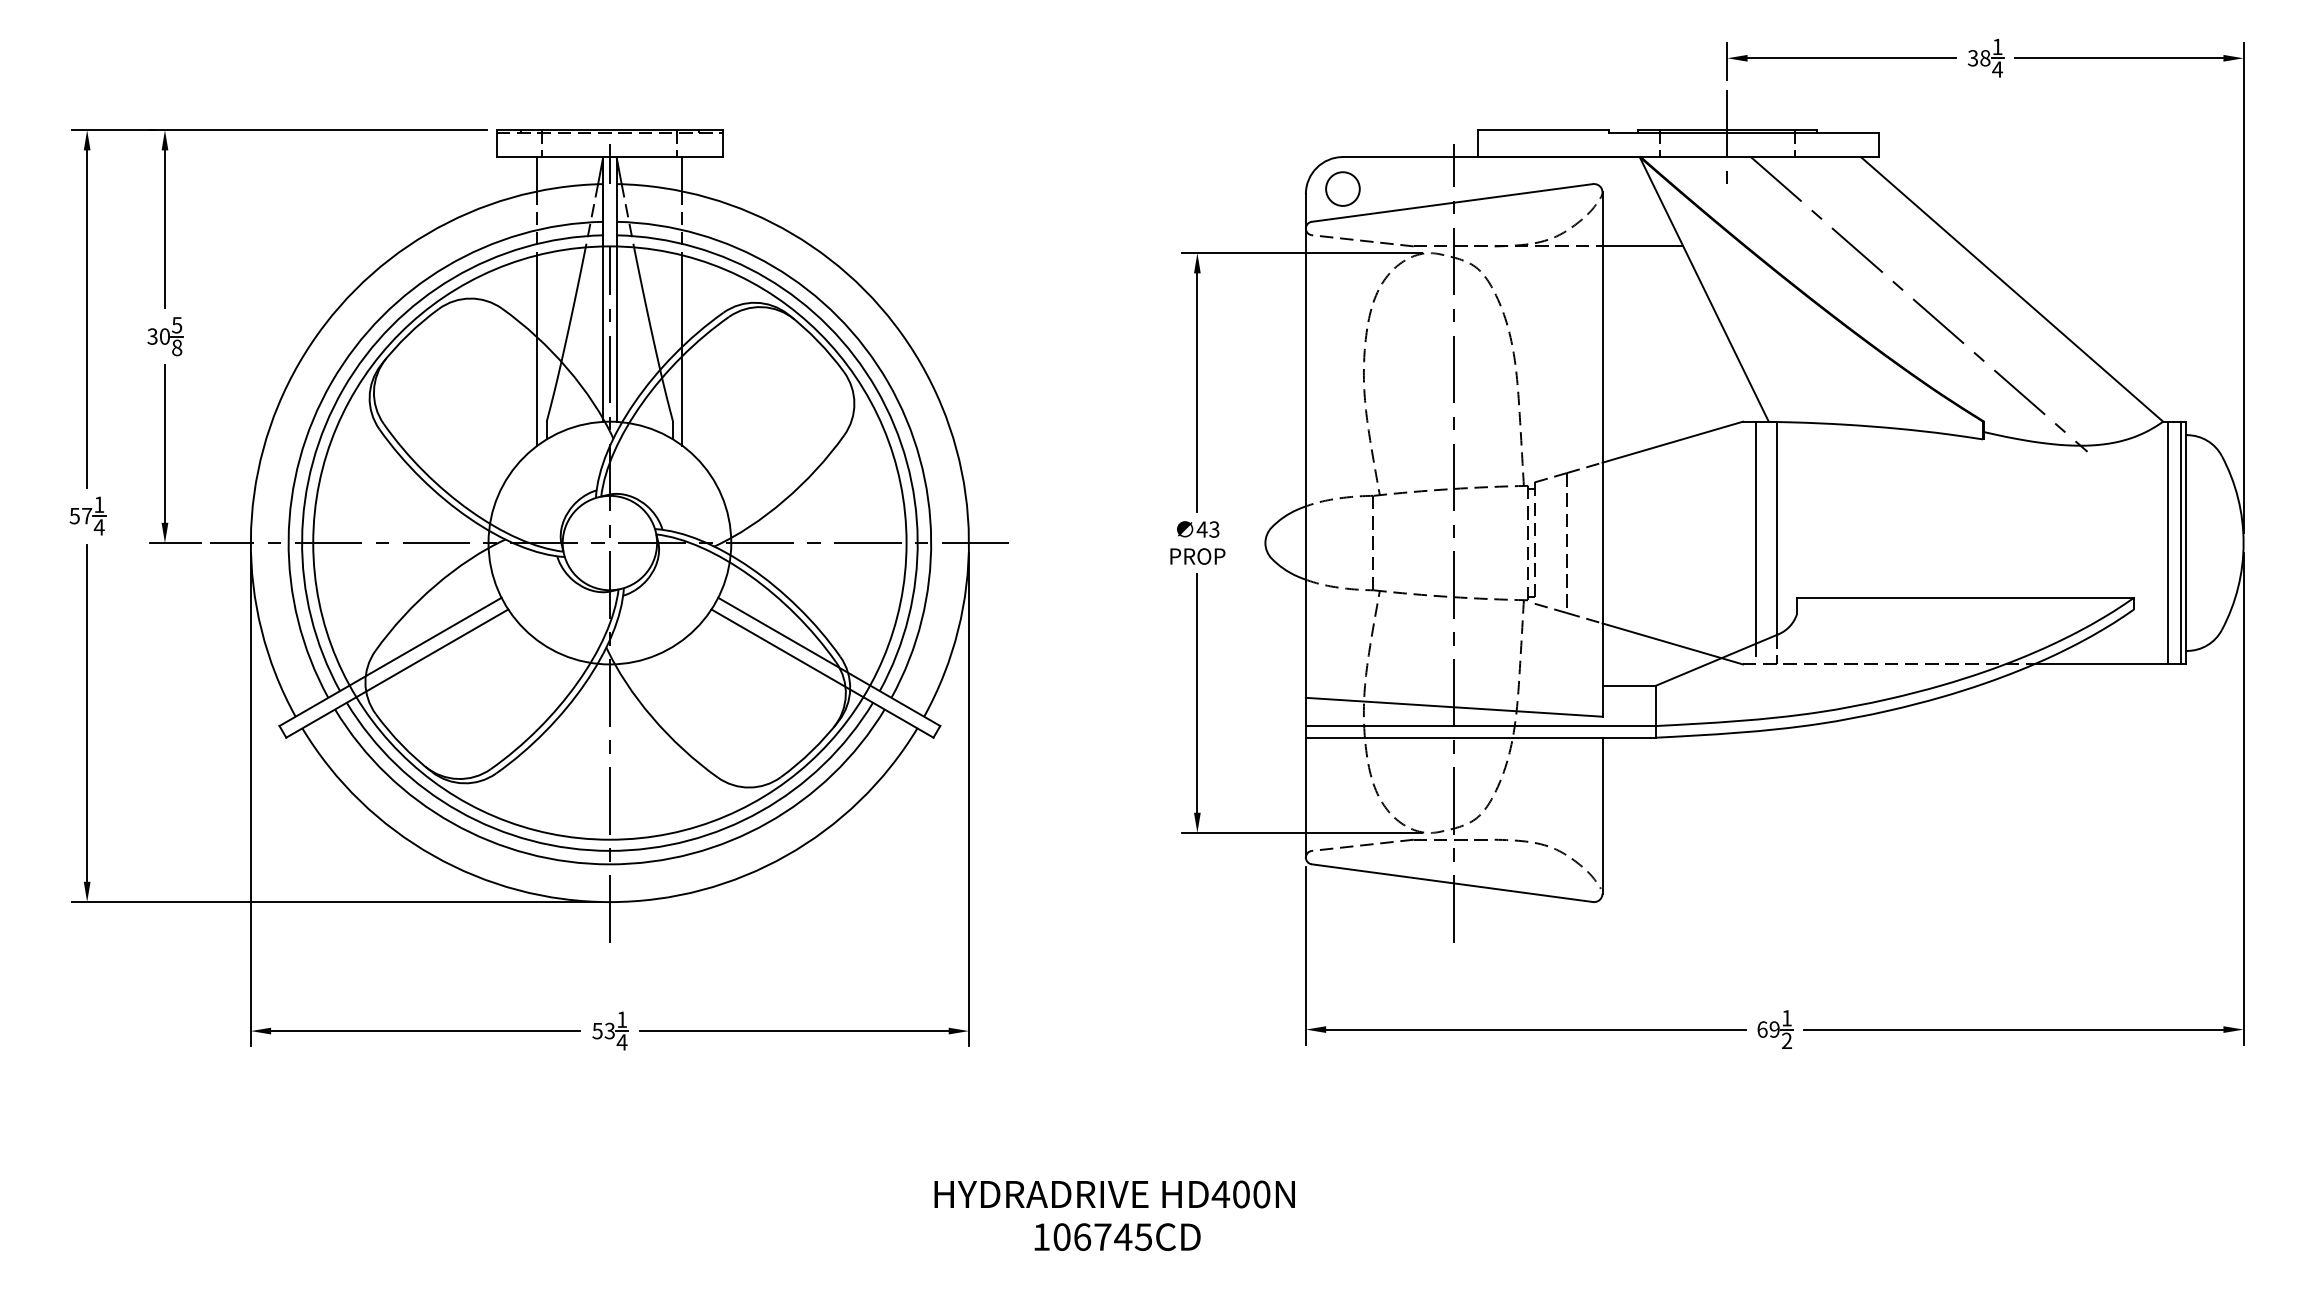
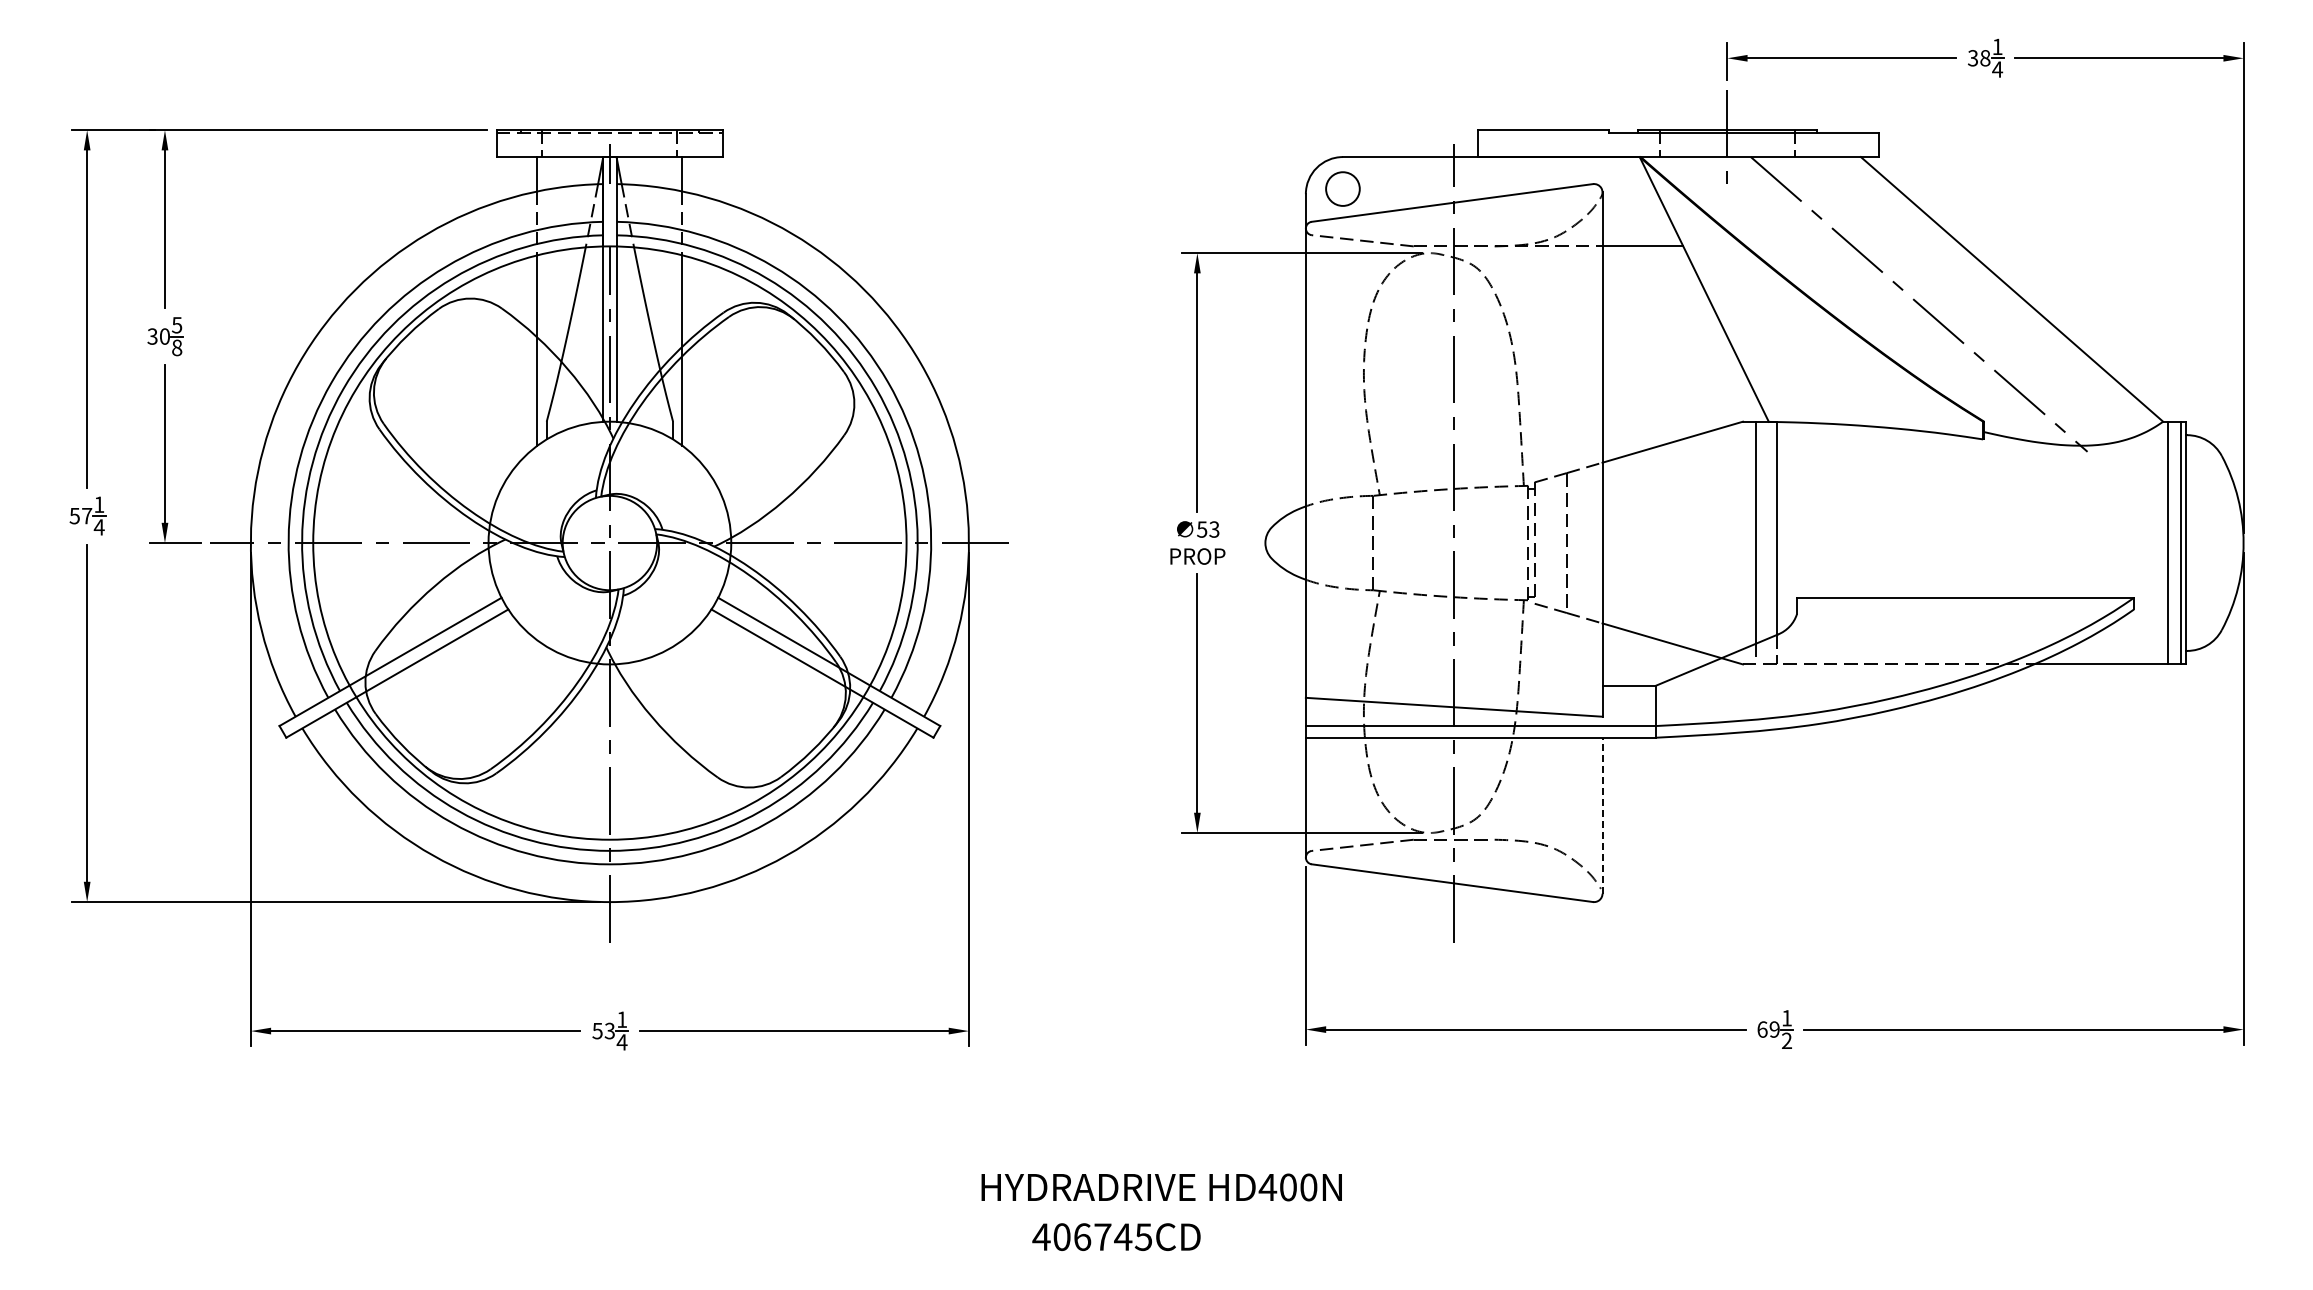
text at (1201, 529): 43 -> 53
line at (1602, 815): solid -> dashed
text at (1114, 1194) position: (1114, 1194) -> (1161, 1187)
text at (1041, 1236): 106745CD -> 406745CD
